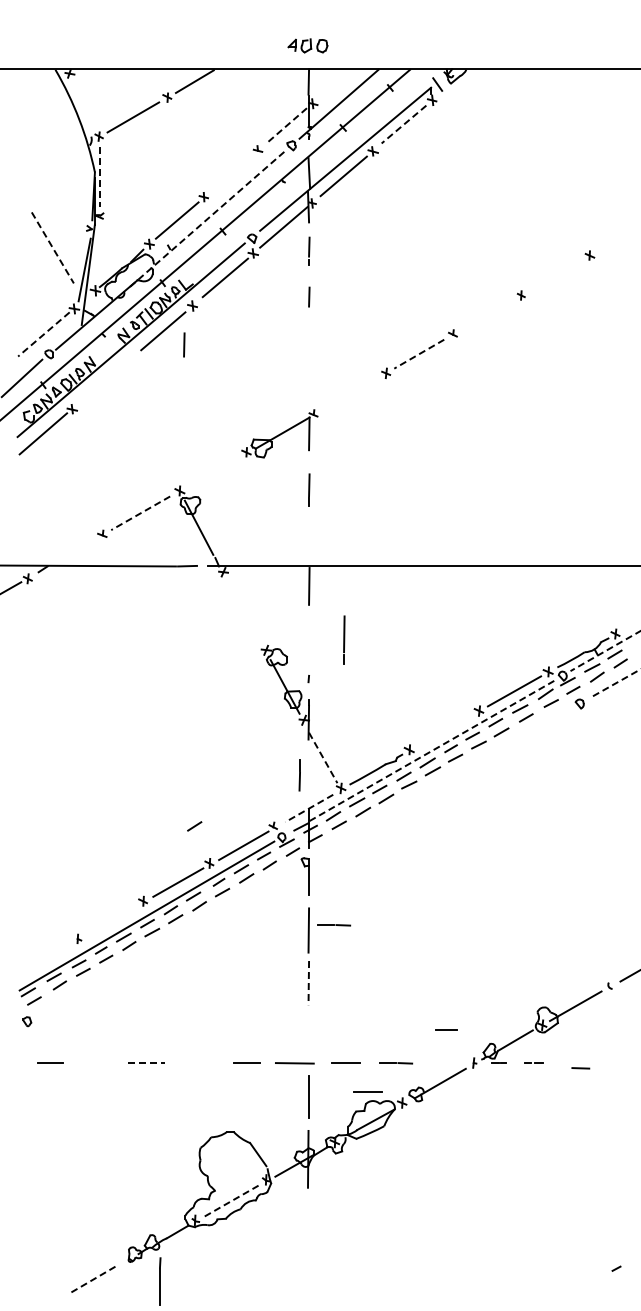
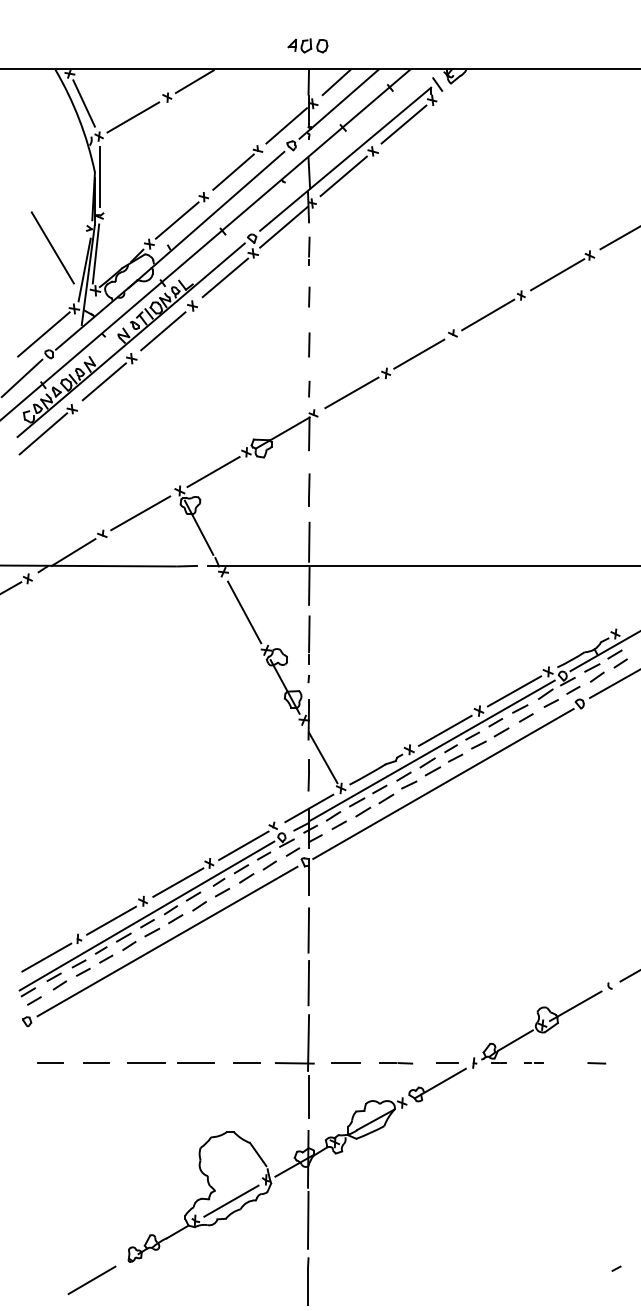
line at (336, 82): none -> present
line at (83, 103): none -> present
line at (403, 124): dashed -> solid
line at (286, 125): dashed -> solid
line at (233, 171): none -> present
line at (100, 177): dashed -> solid
line at (206, 220): dashed -> solid
line at (618, 238): none -> present
line at (53, 248): dashed -> solid
line at (95, 253): none -> present
line at (557, 274): none -> present
line at (488, 314): none -> present
line at (43, 334): dashed -> solid
line at (184, 344) position: (184, 344) -> (309, 344)
line at (419, 354): dashed -> solid
part at (109, 377): none -> present
line at (309, 388): none -> present
line at (351, 392): none -> present
line at (213, 472): none -> present
line at (140, 513): dashed -> solid
line at (309, 541): none -> present
line at (73, 552): none -> present
line at (244, 612): none -> present
line at (344, 639) position: (344, 639) -> (309, 639)
line at (605, 651): dashed -> solid
line at (615, 683): dashed -> solid
line at (445, 730): none -> present
line at (432, 750): dashed -> solid
line at (323, 757): dashed -> solid
line at (299, 775) position: (299, 775) -> (308, 775)
line at (443, 783): none -> present
line at (309, 808): dashed -> solid
line at (194, 826): present -> none
line at (111, 920): none -> present
line at (334, 925): present -> none
line at (167, 941): none -> present
line at (46, 957): none -> present
line at (308, 983): dashed -> solid
line at (446, 1029) position: (446, 1029) -> (447, 1062)
line at (308, 1042): none -> present
line at (96, 1062): none -> present
line at (195, 1062): none -> present
line at (146, 1063): dashed -> solid
line at (580, 1068) position: (580, 1068) -> (596, 1063)
line at (367, 1091): present -> none
line at (231, 1201): dashed -> solid
line at (308, 1219): none -> present
line at (91, 1280): dashed -> solid
line at (160, 1281) position: (160, 1281) -> (308, 1281)
